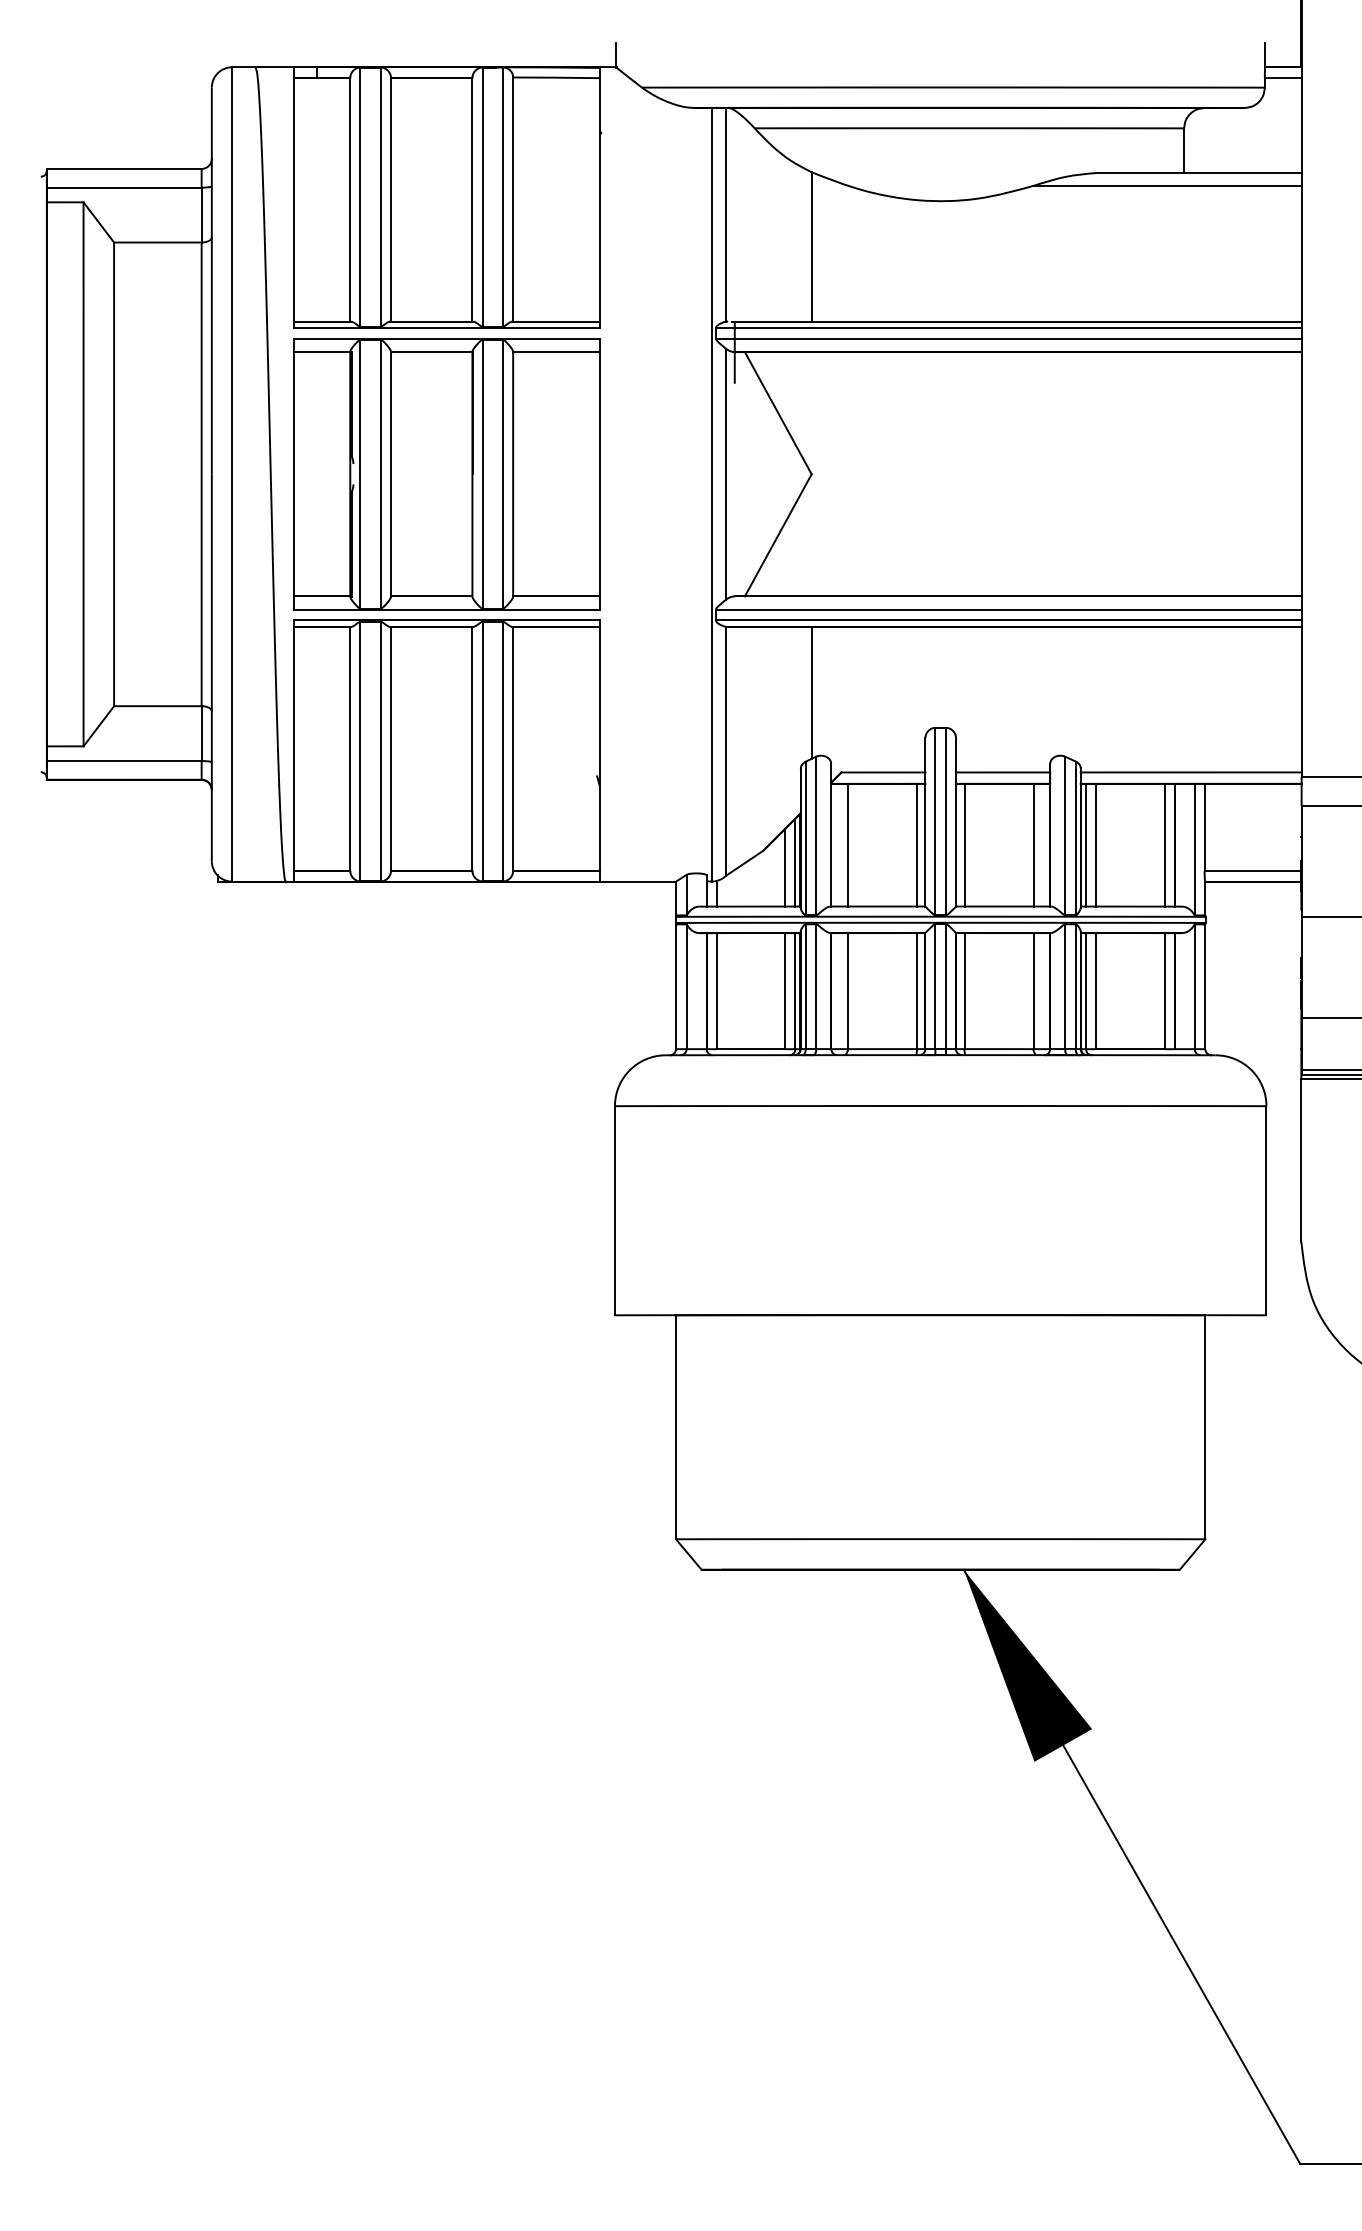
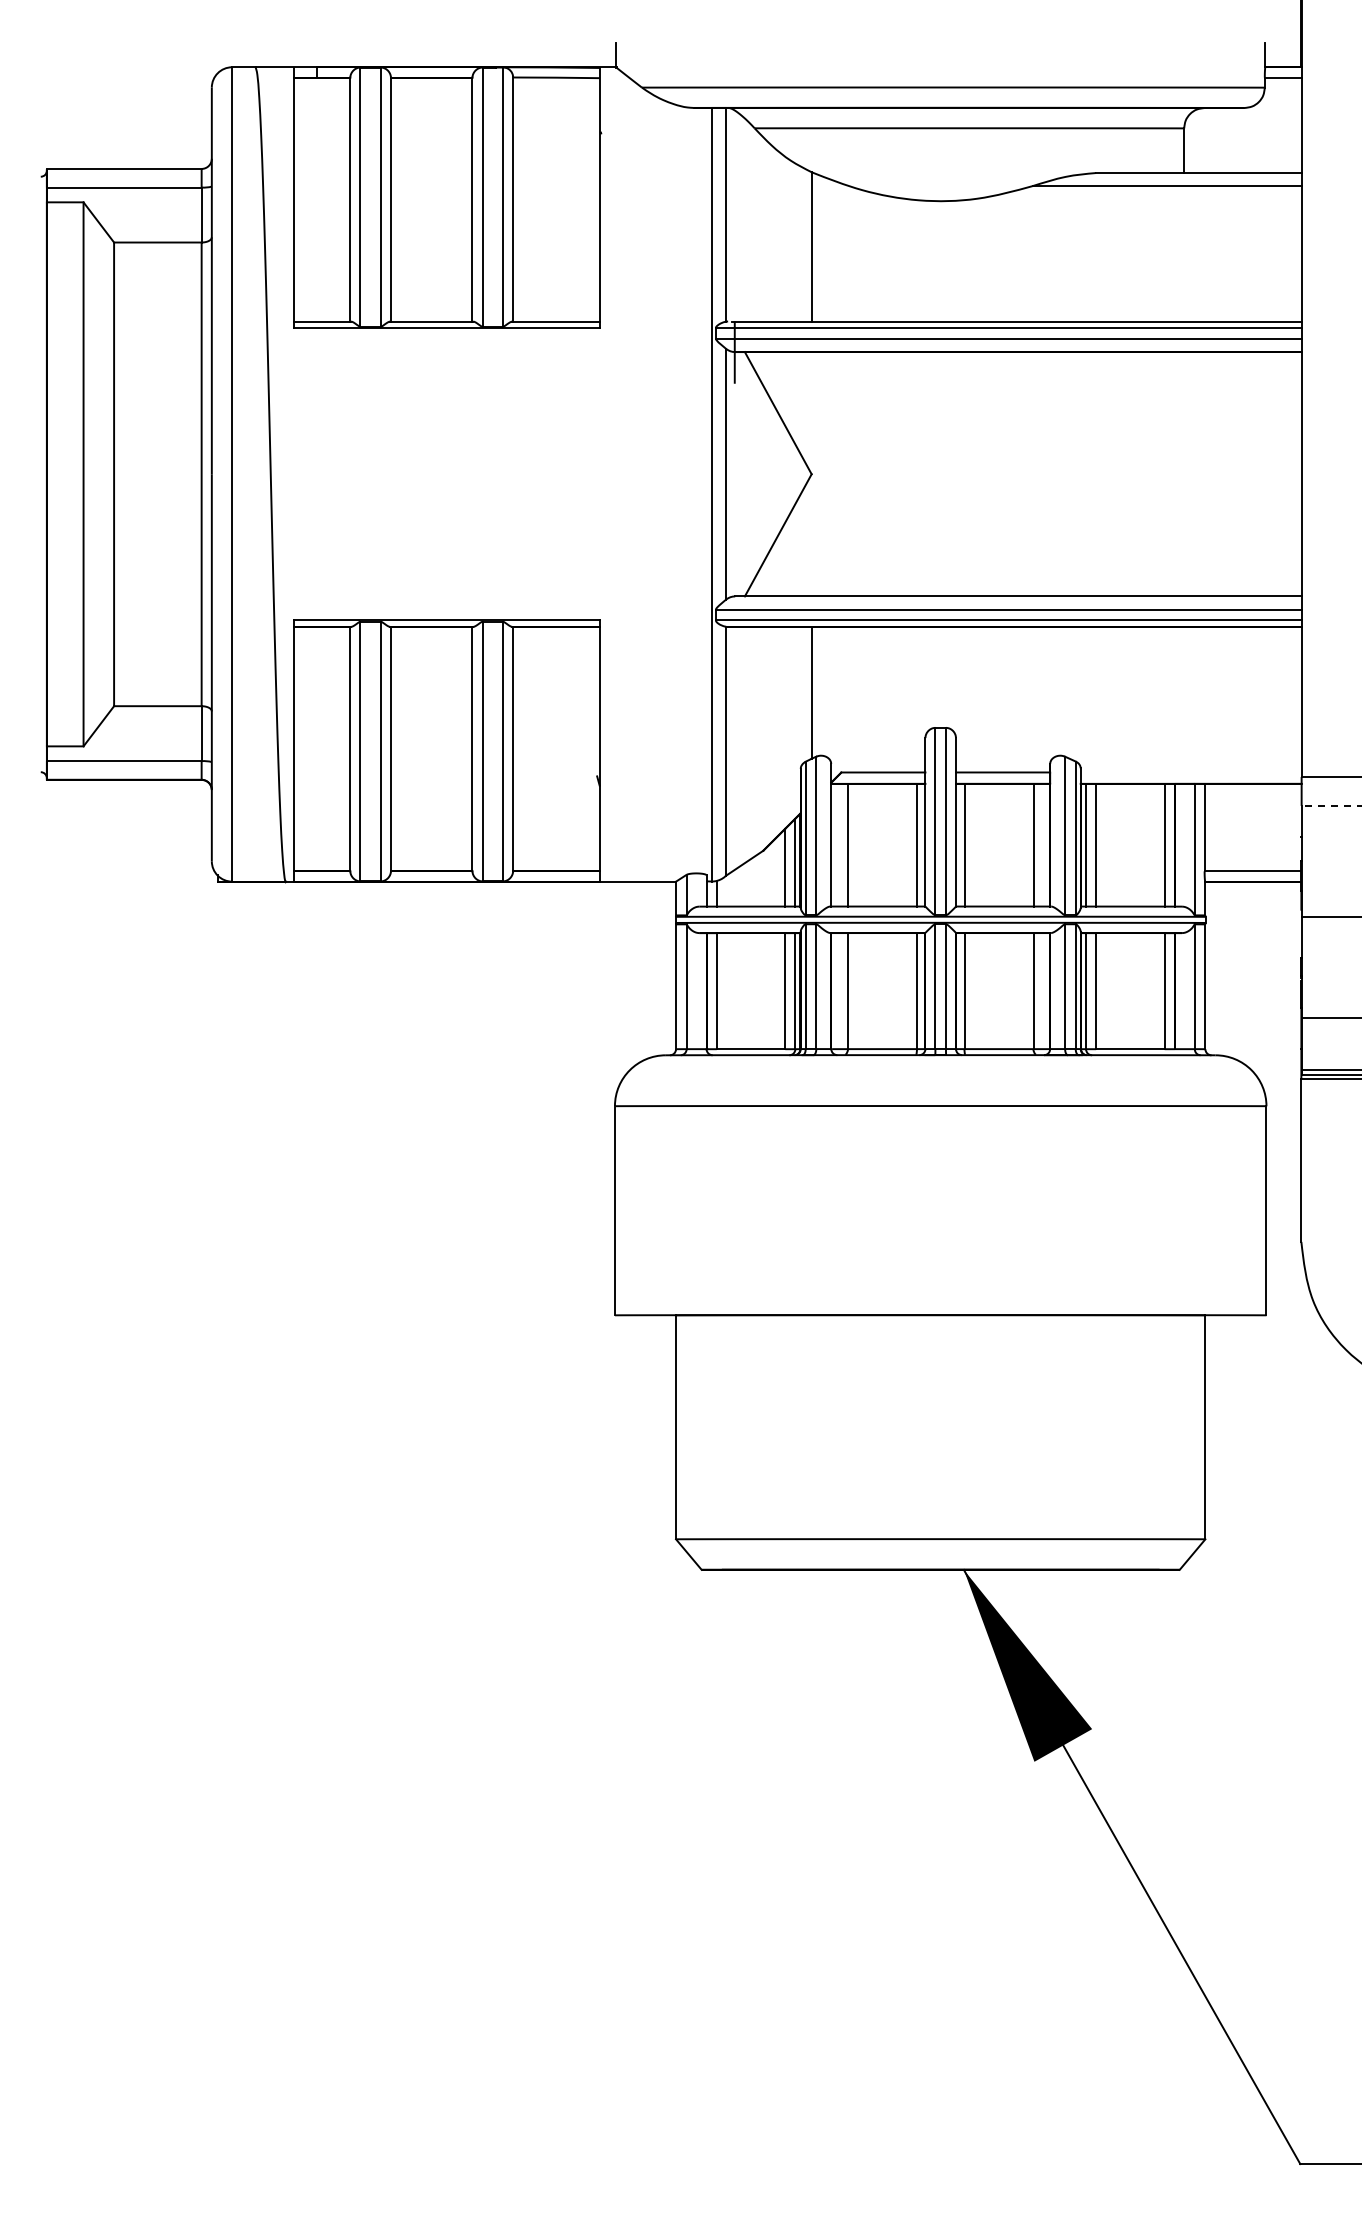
part at (446, 474): present -> none
line at (1190, 772): present -> none
line at (1331, 805): solid -> dashed
